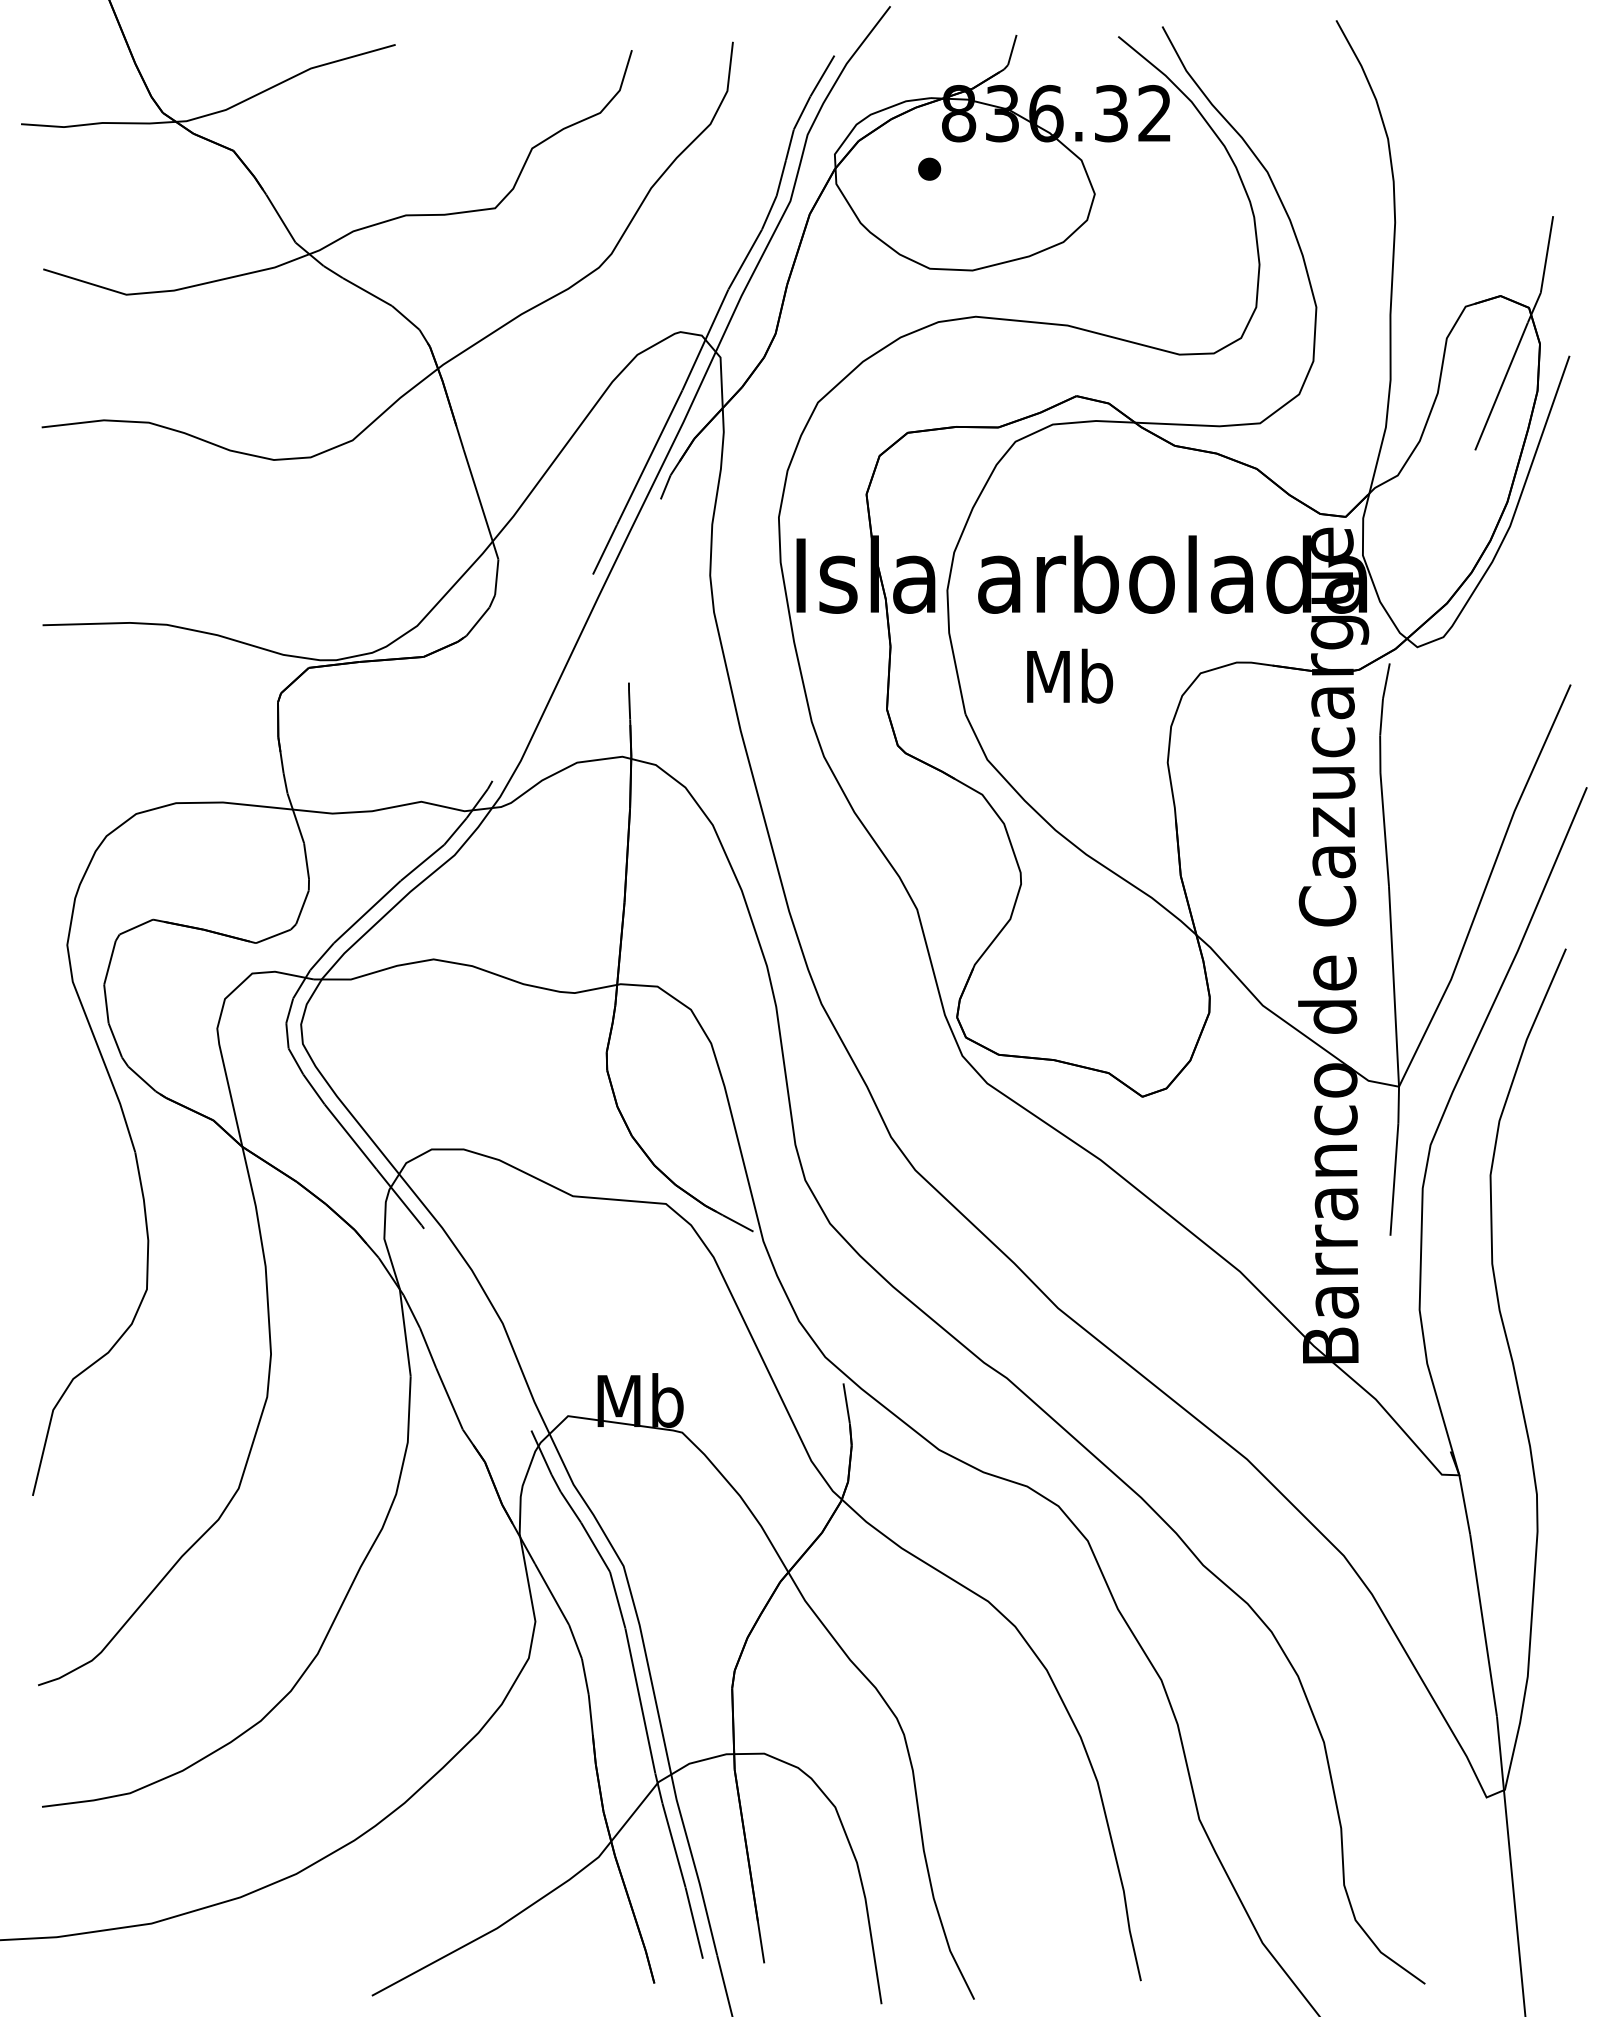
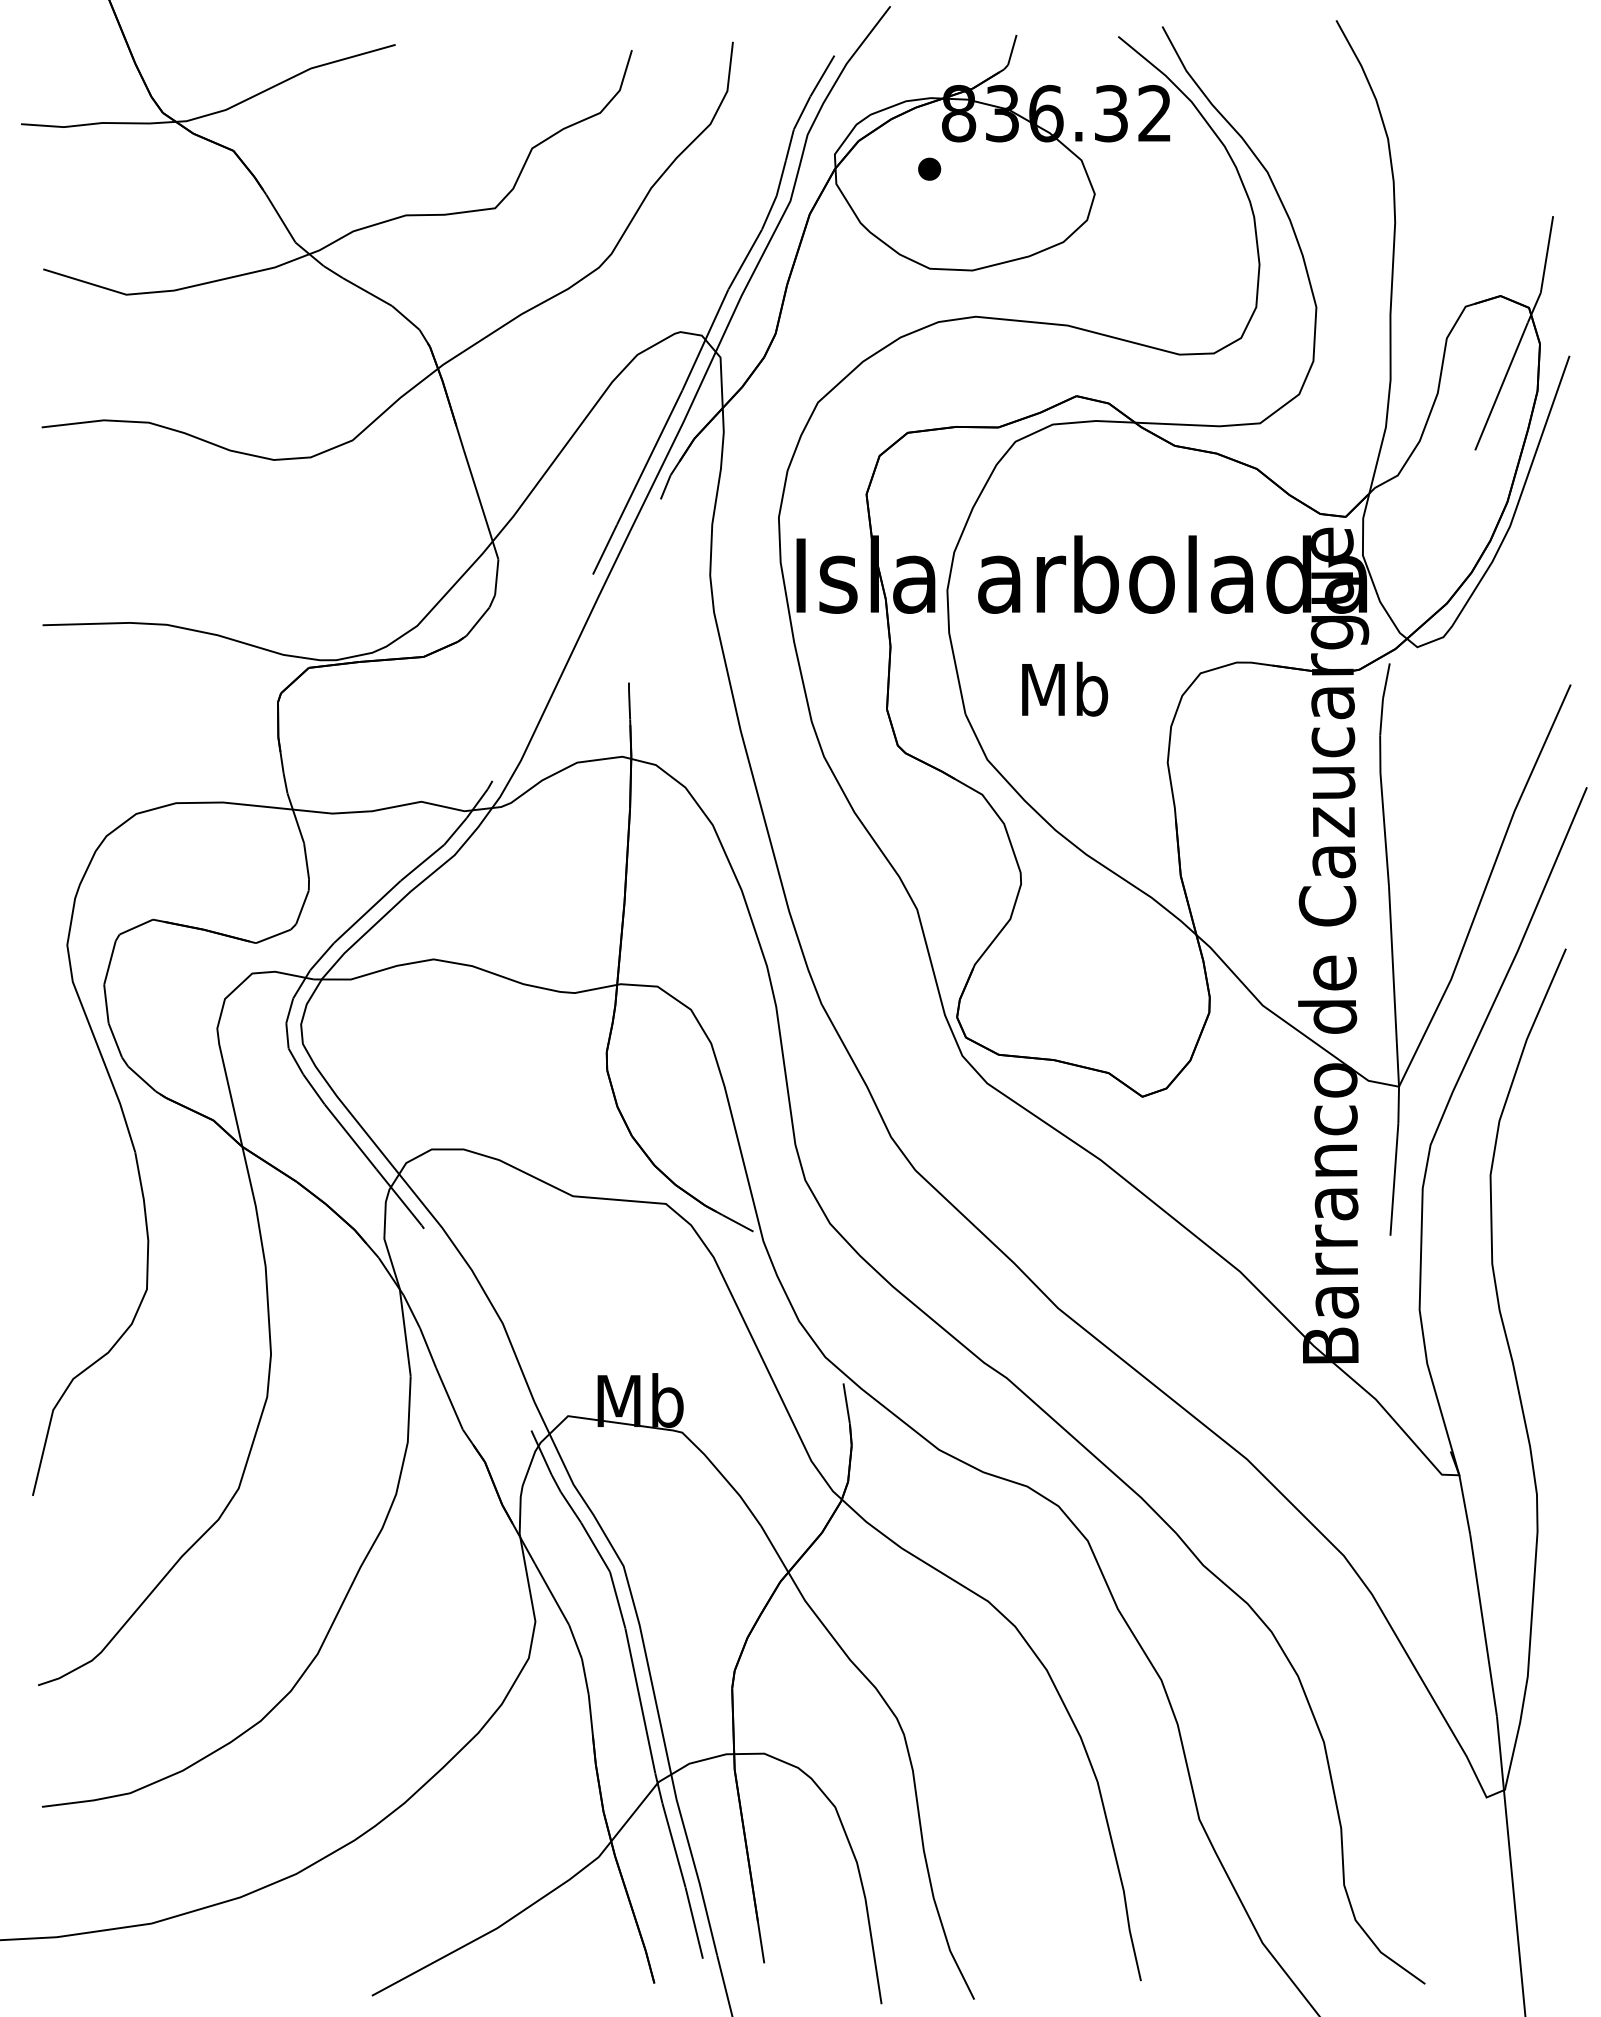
text at (1070, 675) position: (1070, 675) -> (1065, 688)
